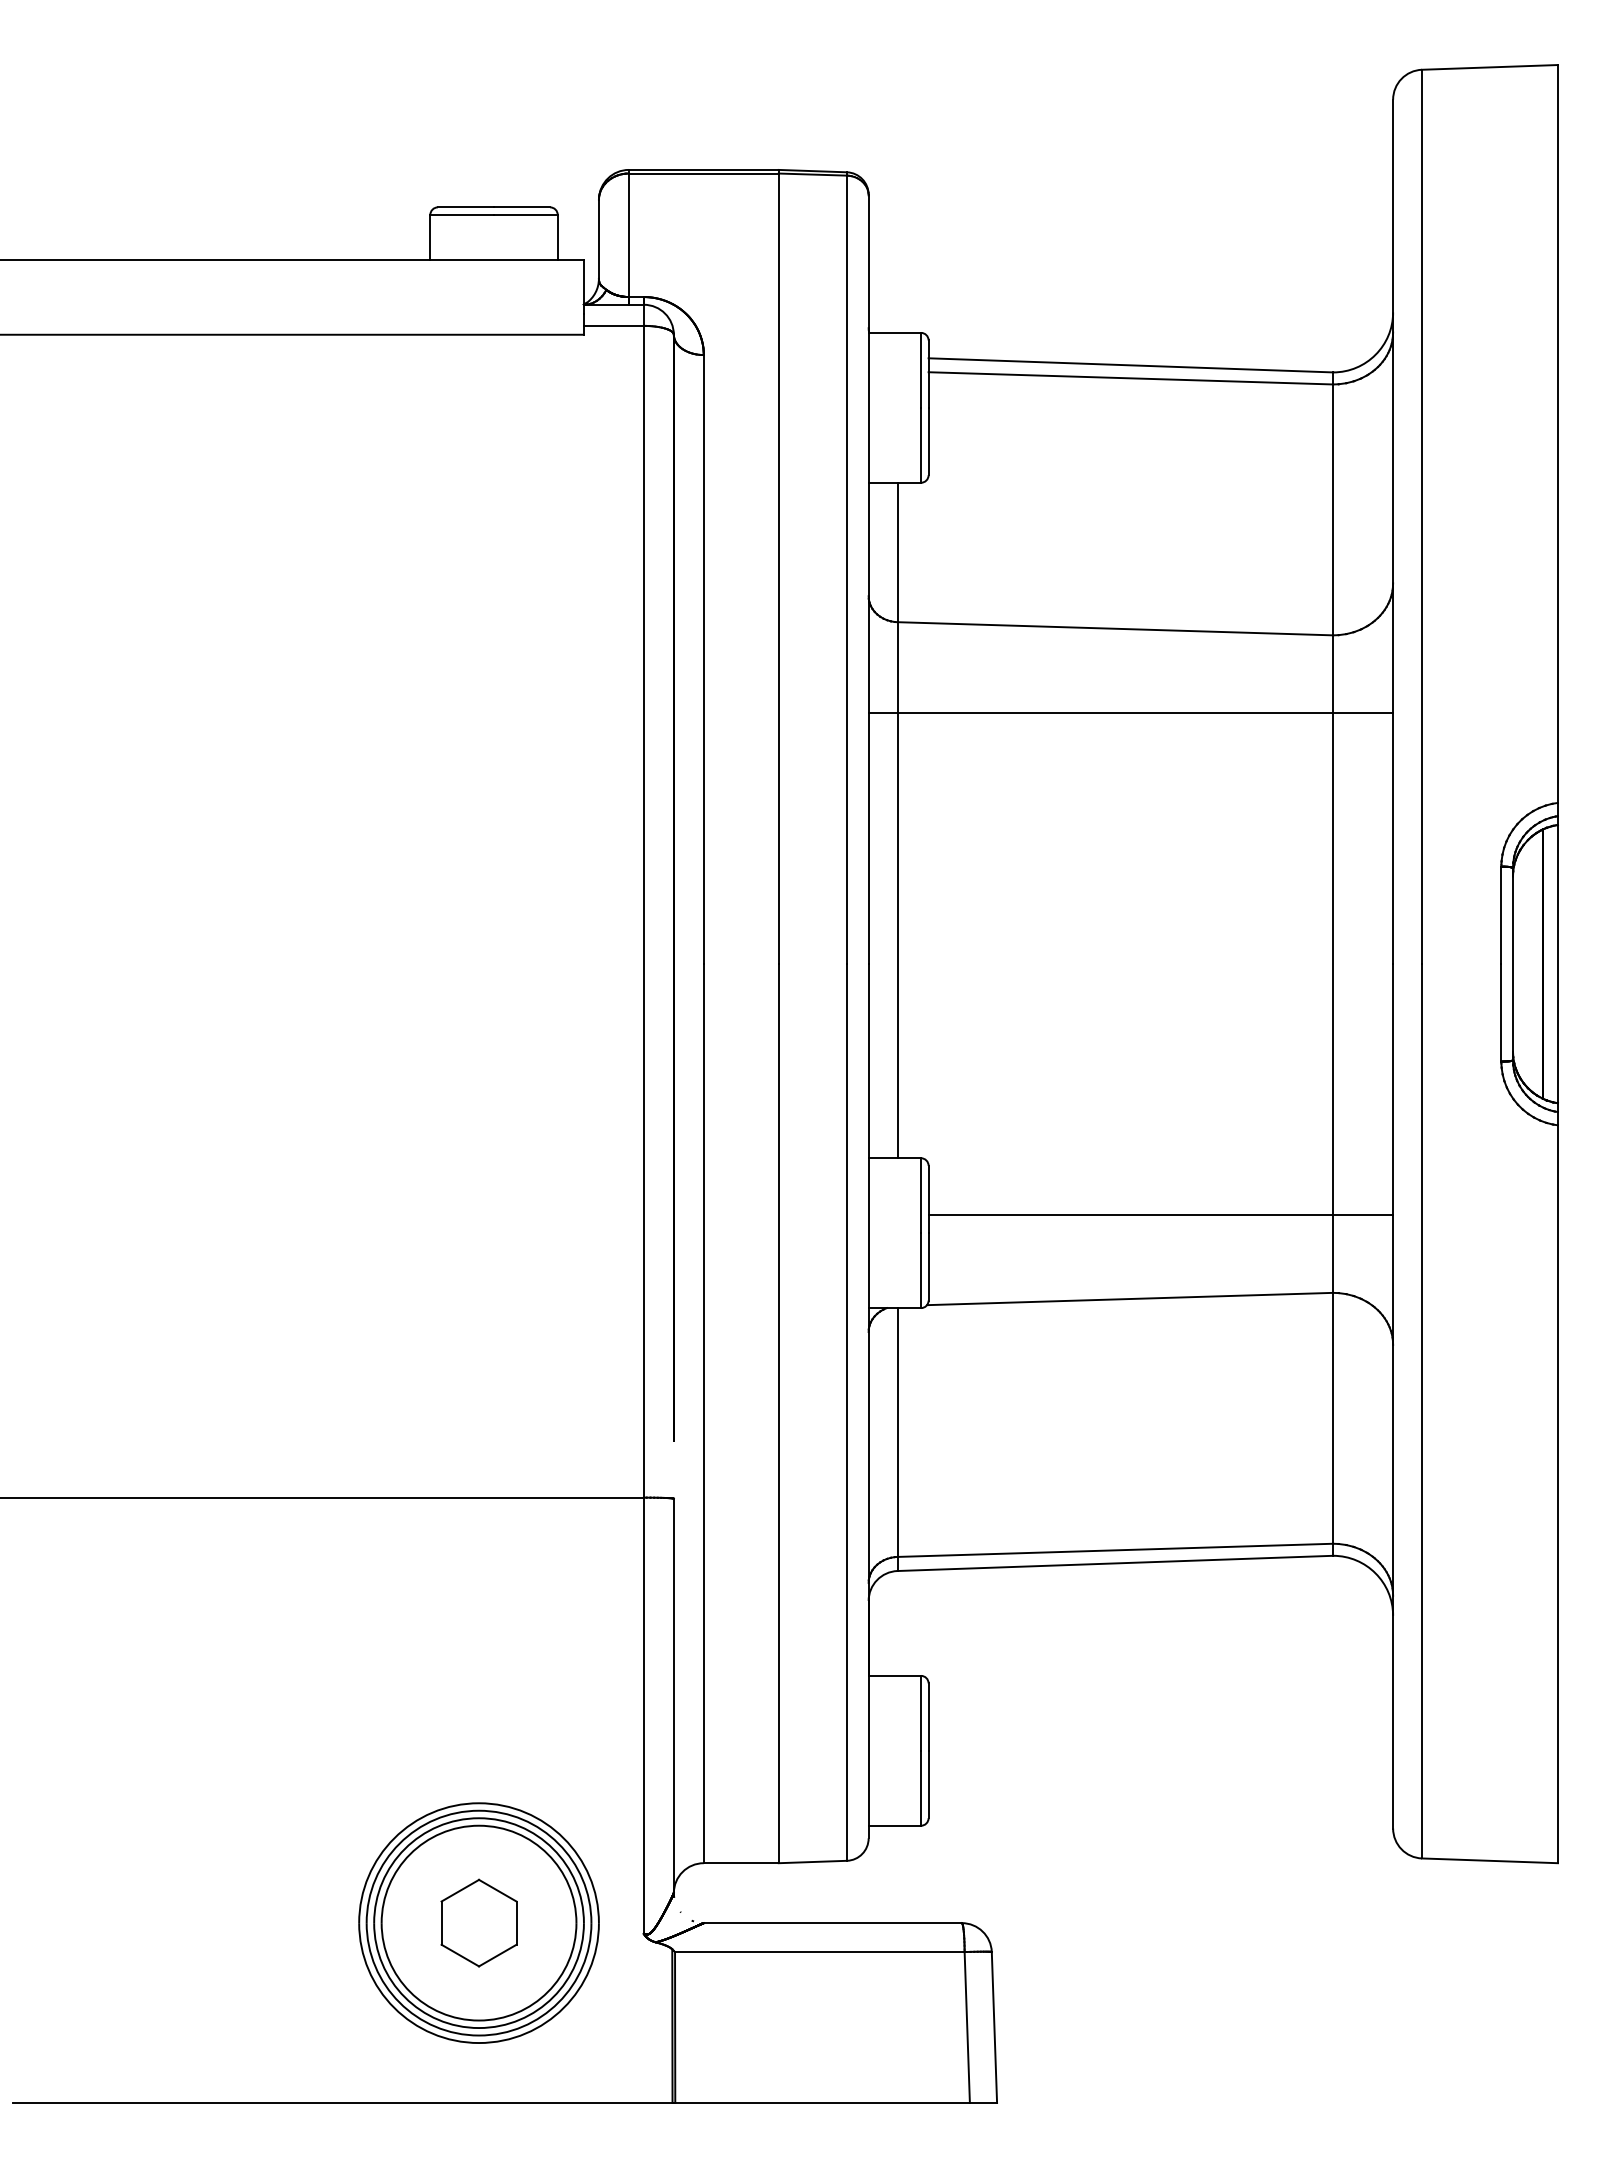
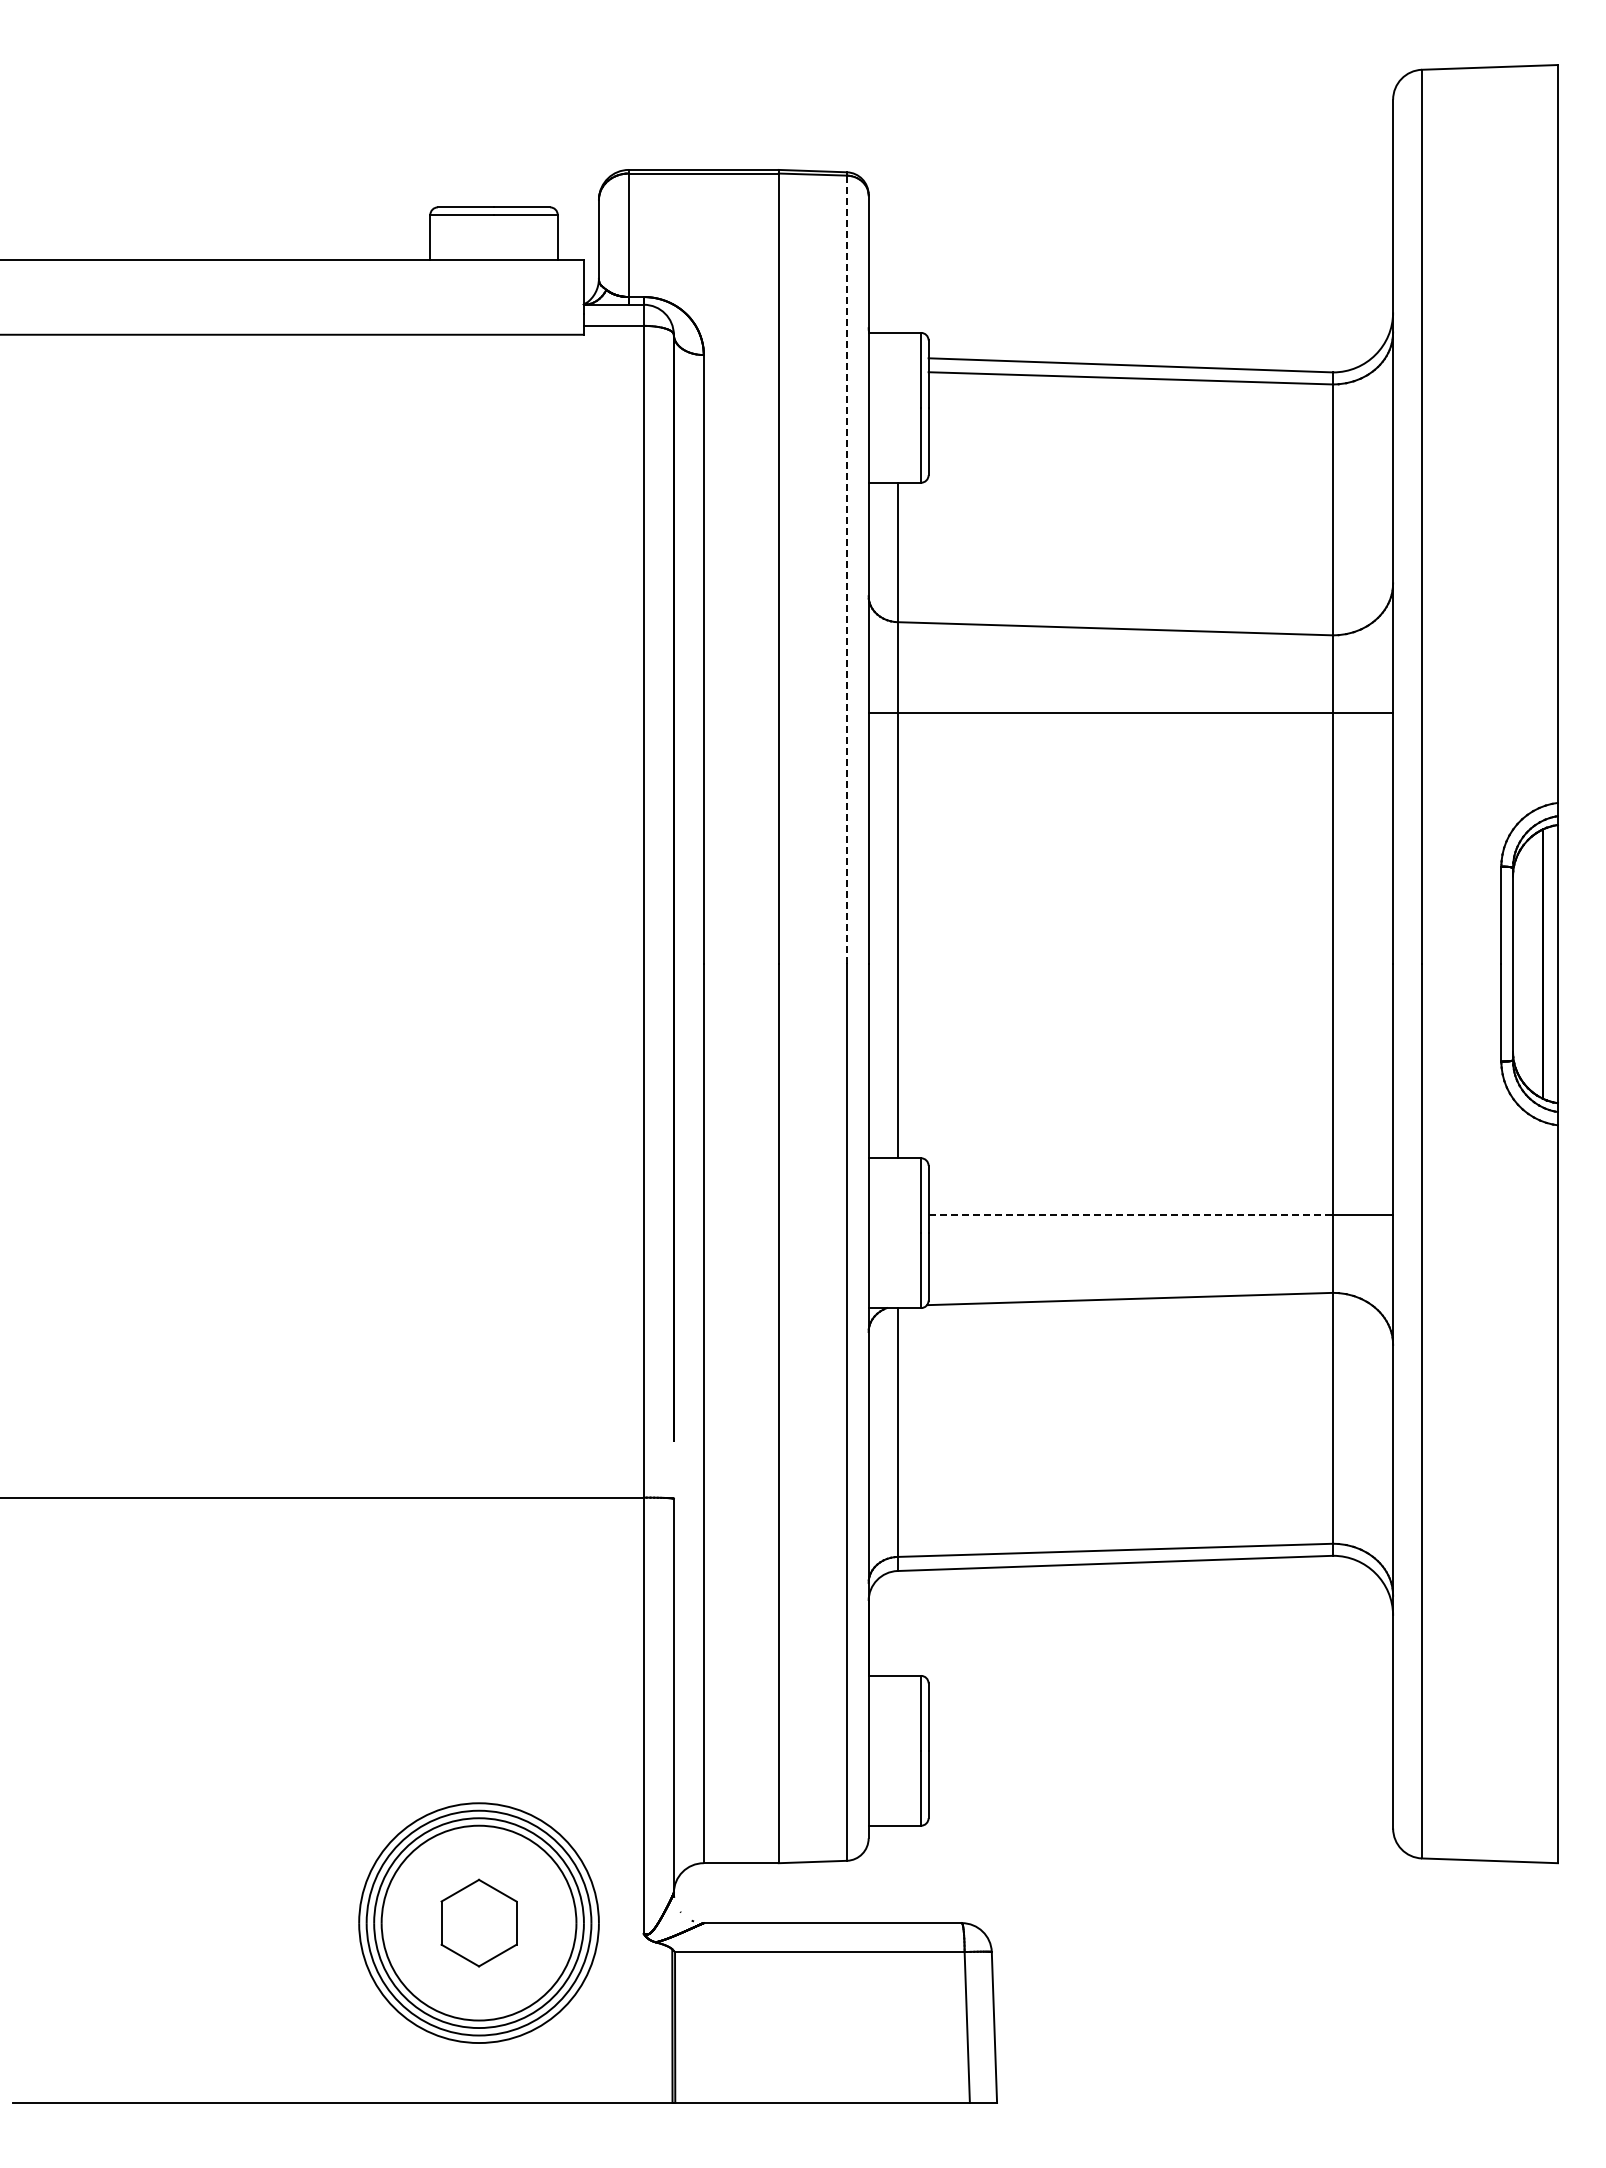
line at (846, 569): solid -> dashed
line at (1131, 1215): solid -> dashed
